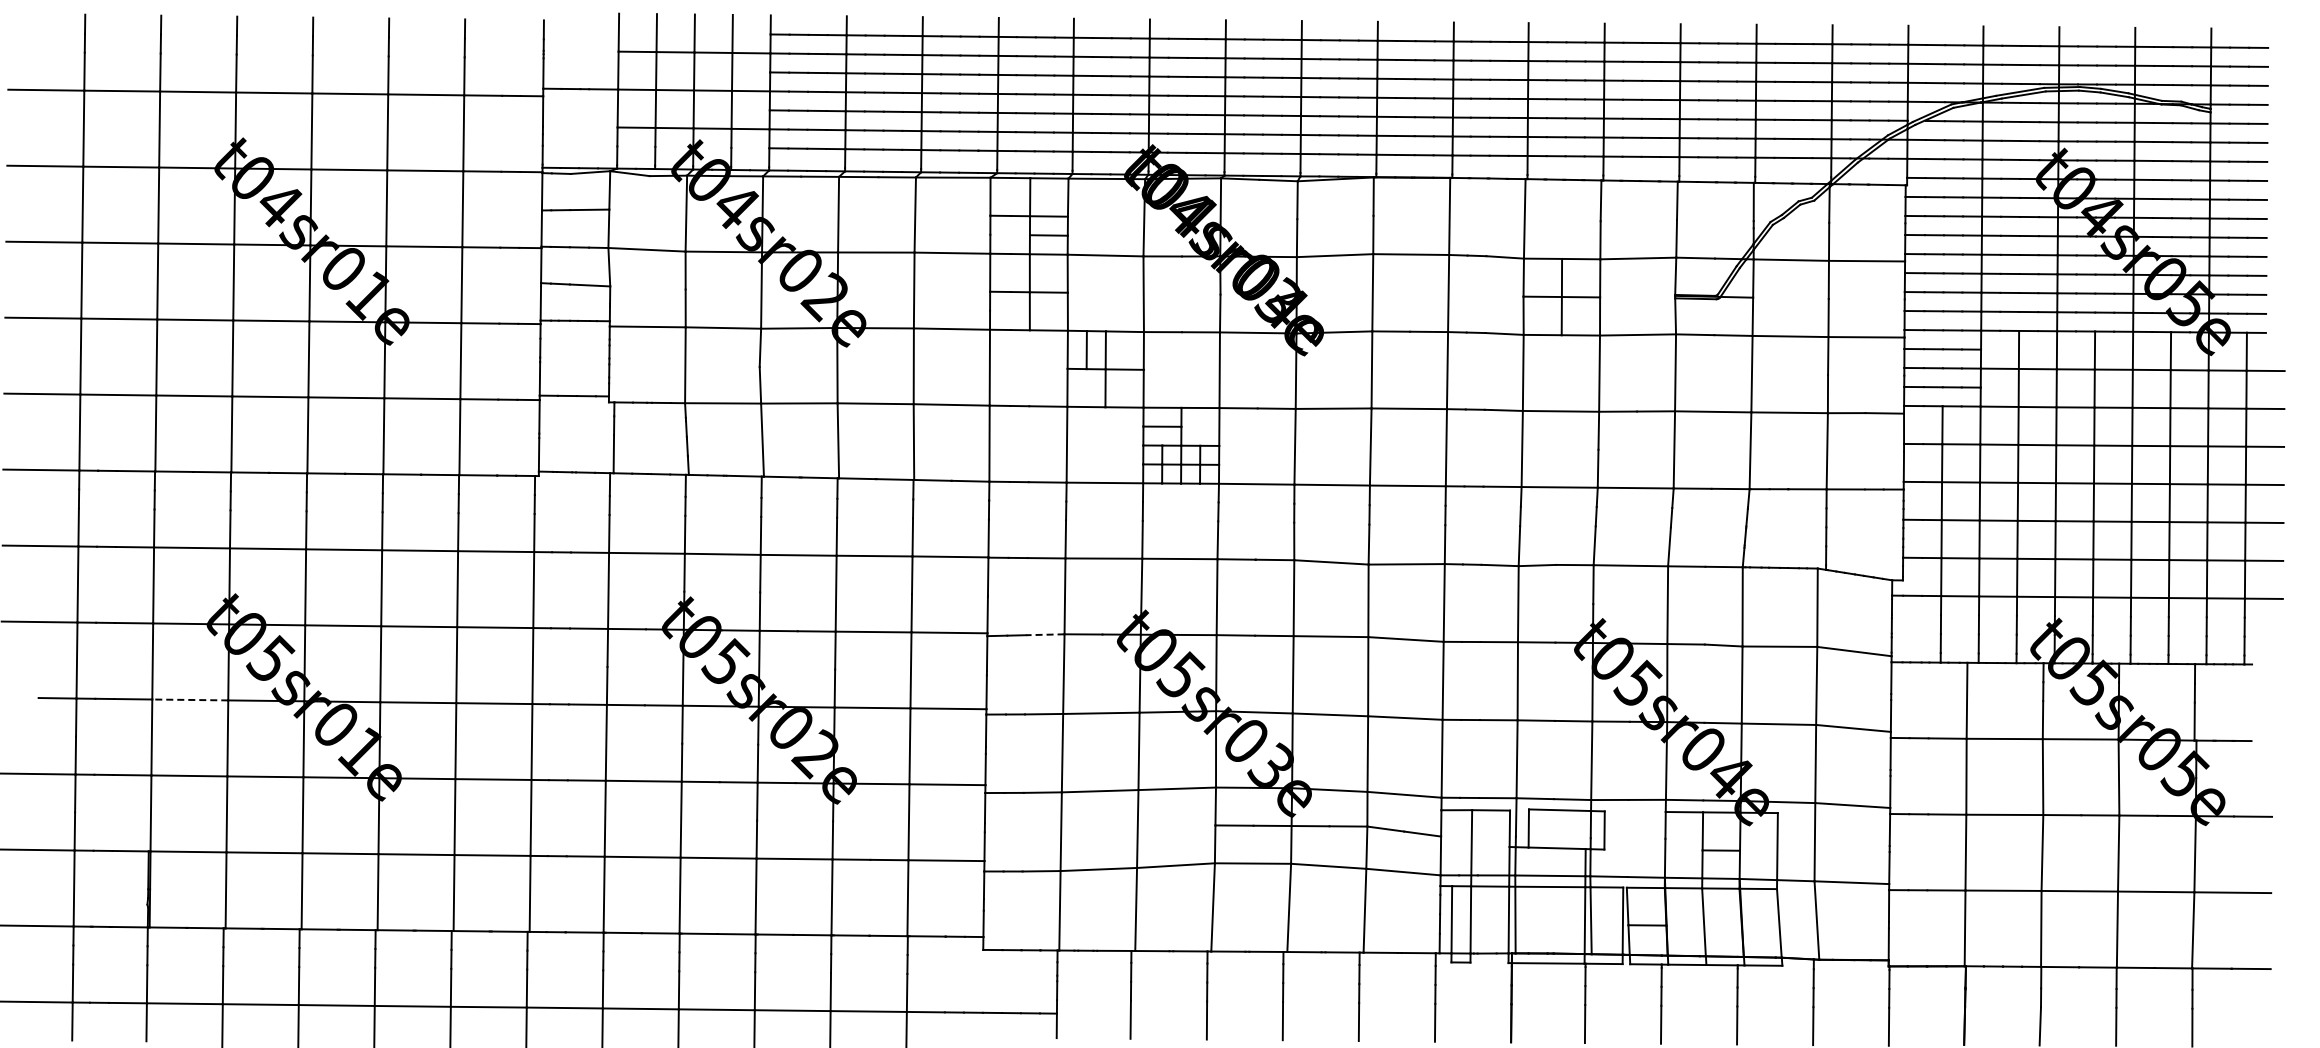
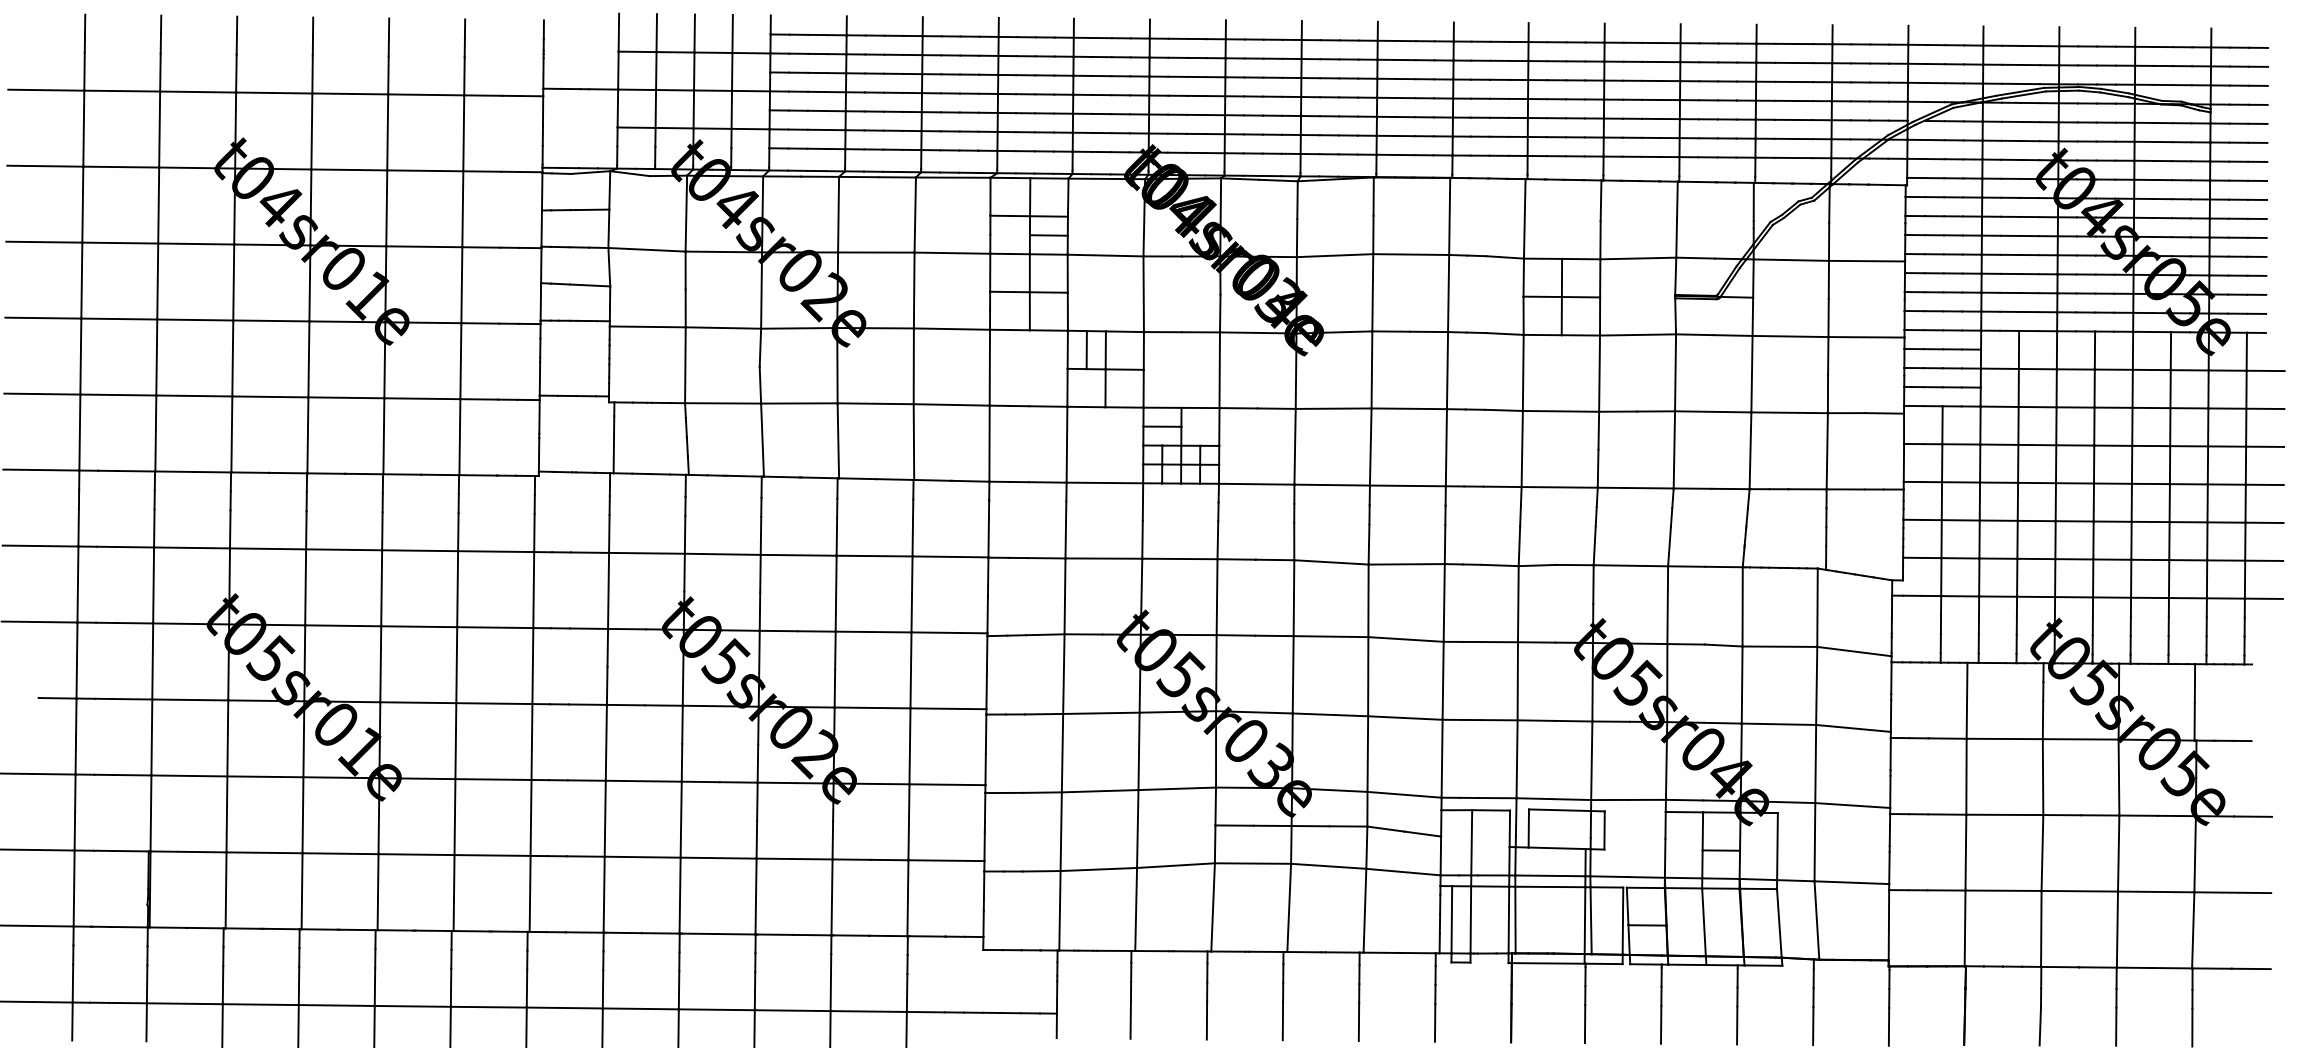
line at (1044, 634): dashed -> solid
line at (190, 699): dashed -> solid
